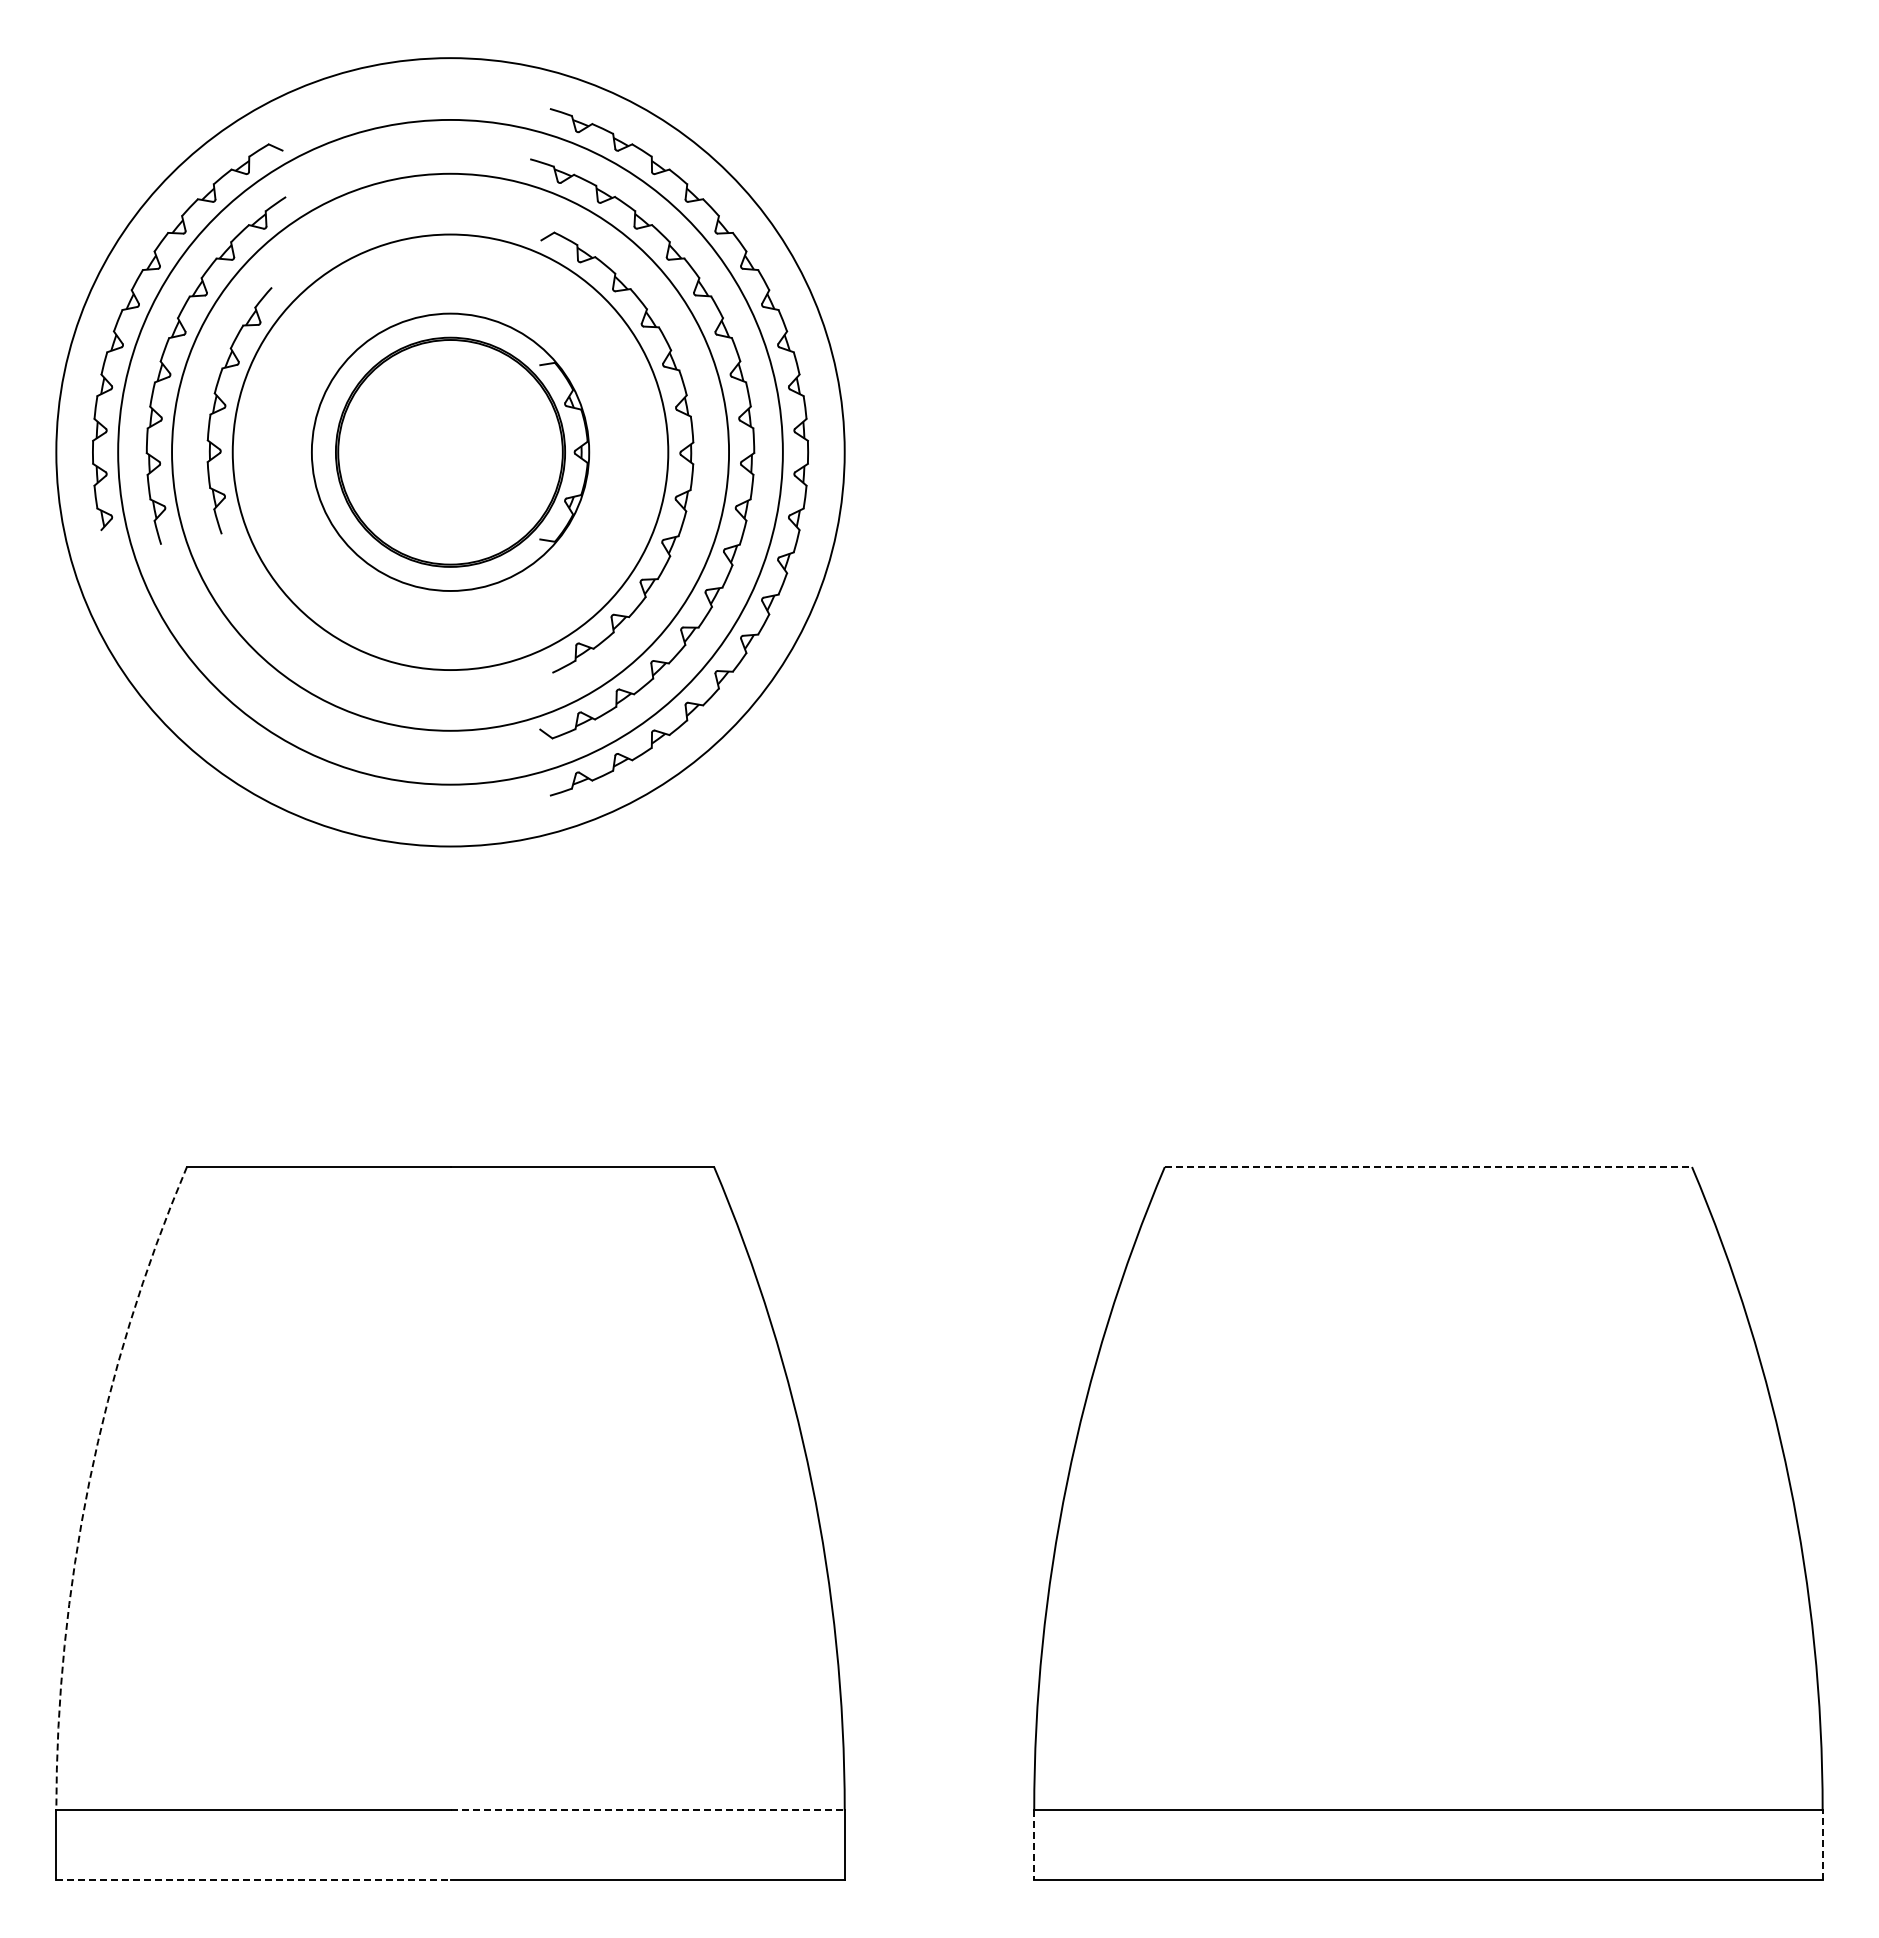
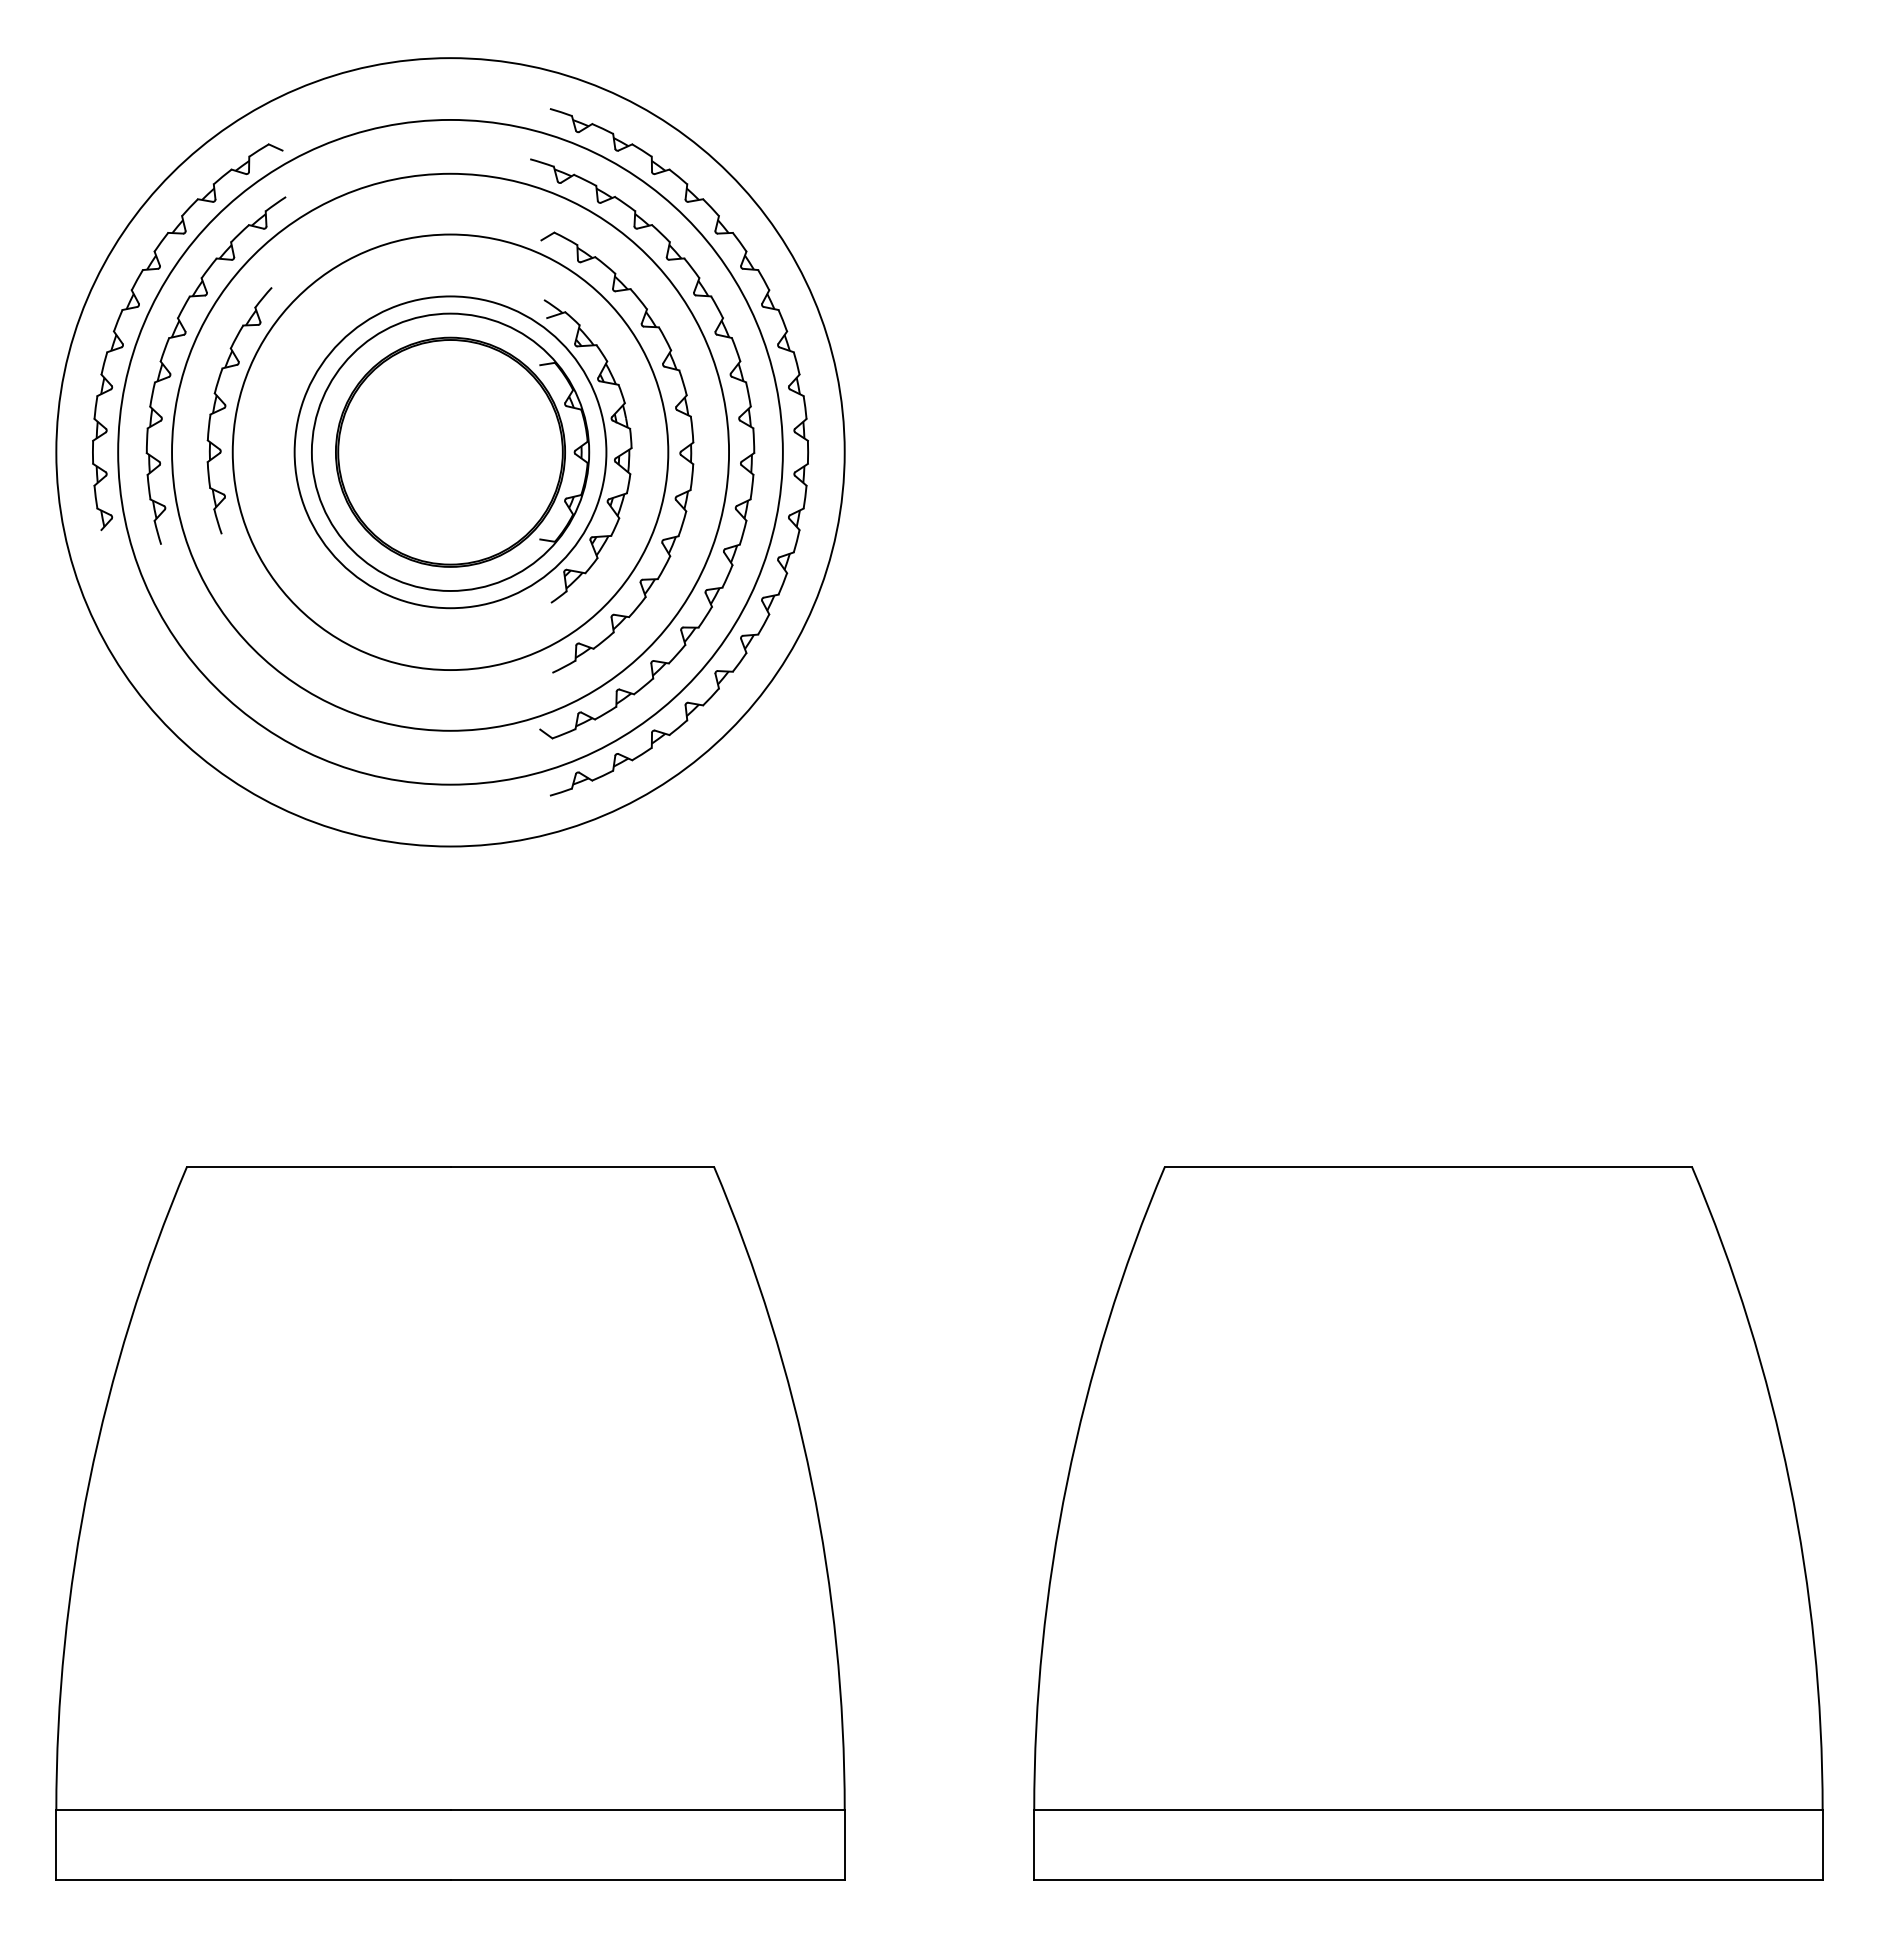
part at (462, 452): none -> present
line at (1428, 1167): dashed -> solid
arc at (89, 1482): dashed -> solid
line at (648, 1810): dashed -> solid
line at (1034, 1845): dashed -> solid
line at (1822, 1845): dashed -> solid
line at (253, 1879): dashed -> solid
